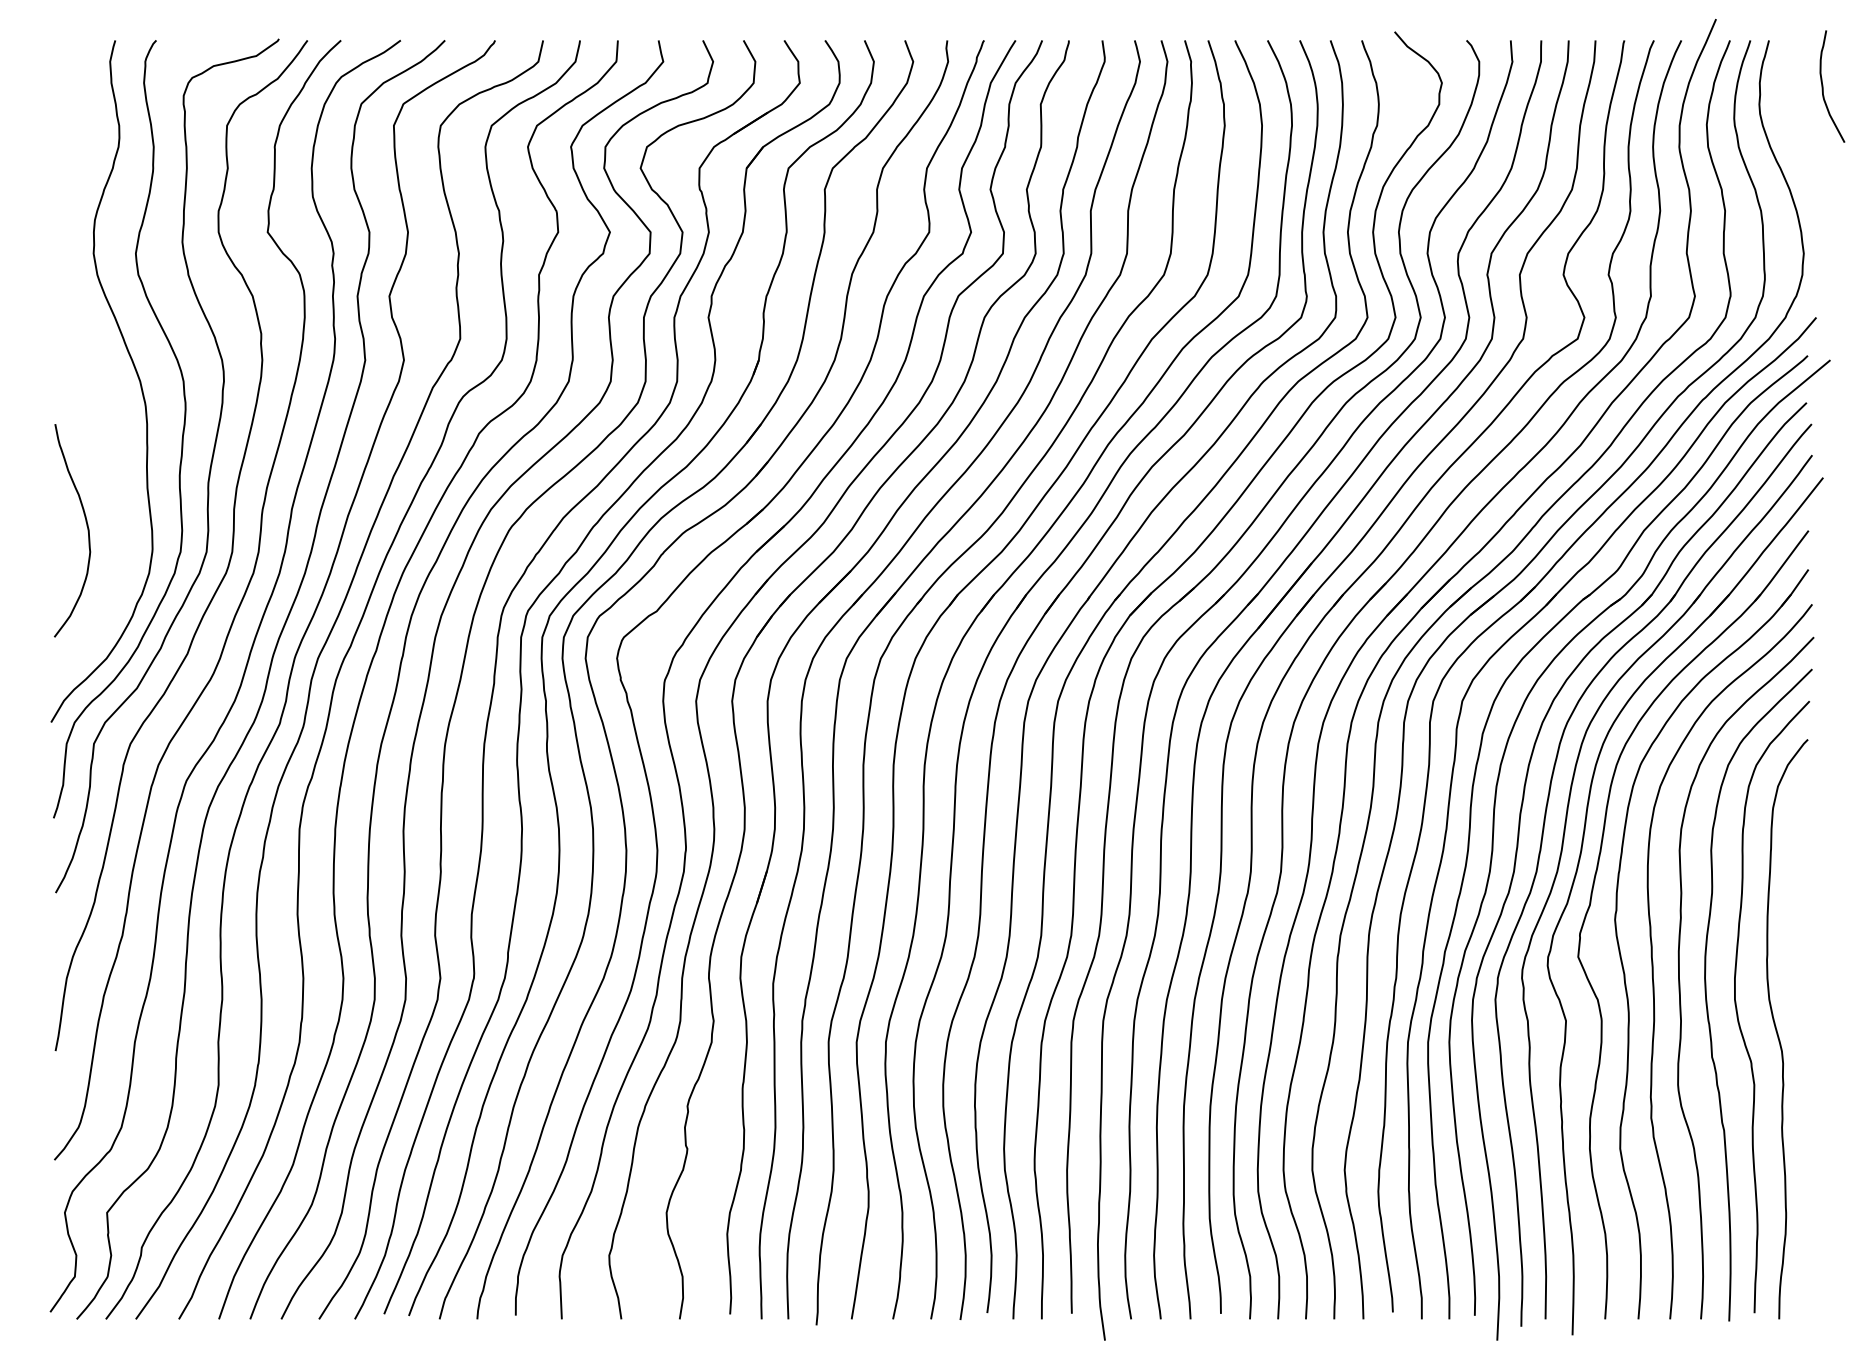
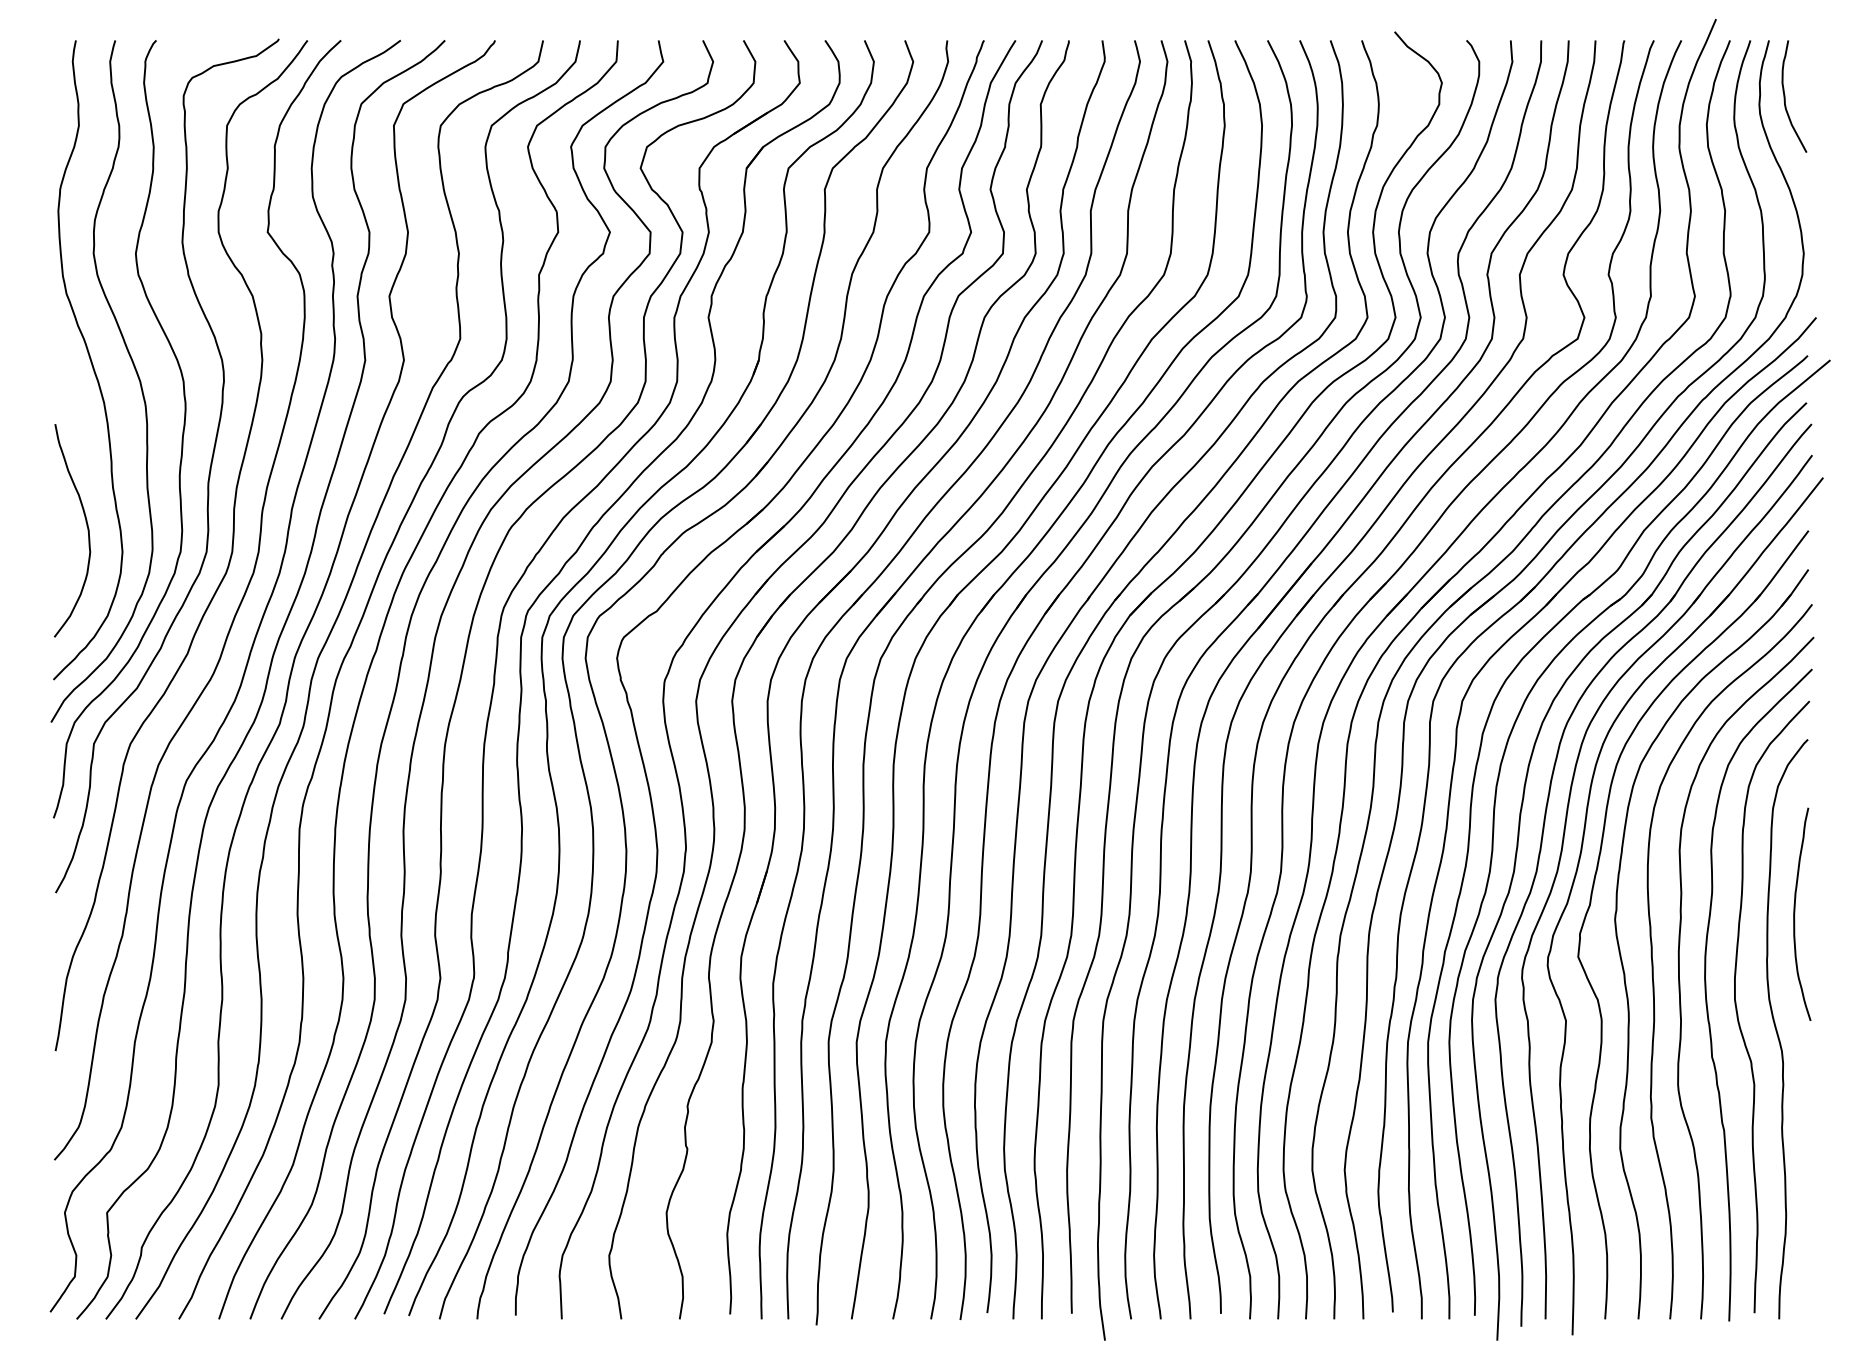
curve at (1823, 86) position: (1823, 86) -> (1785, 96)
curve at (89, 359): none -> present
curve at (1795, 913): none -> present
